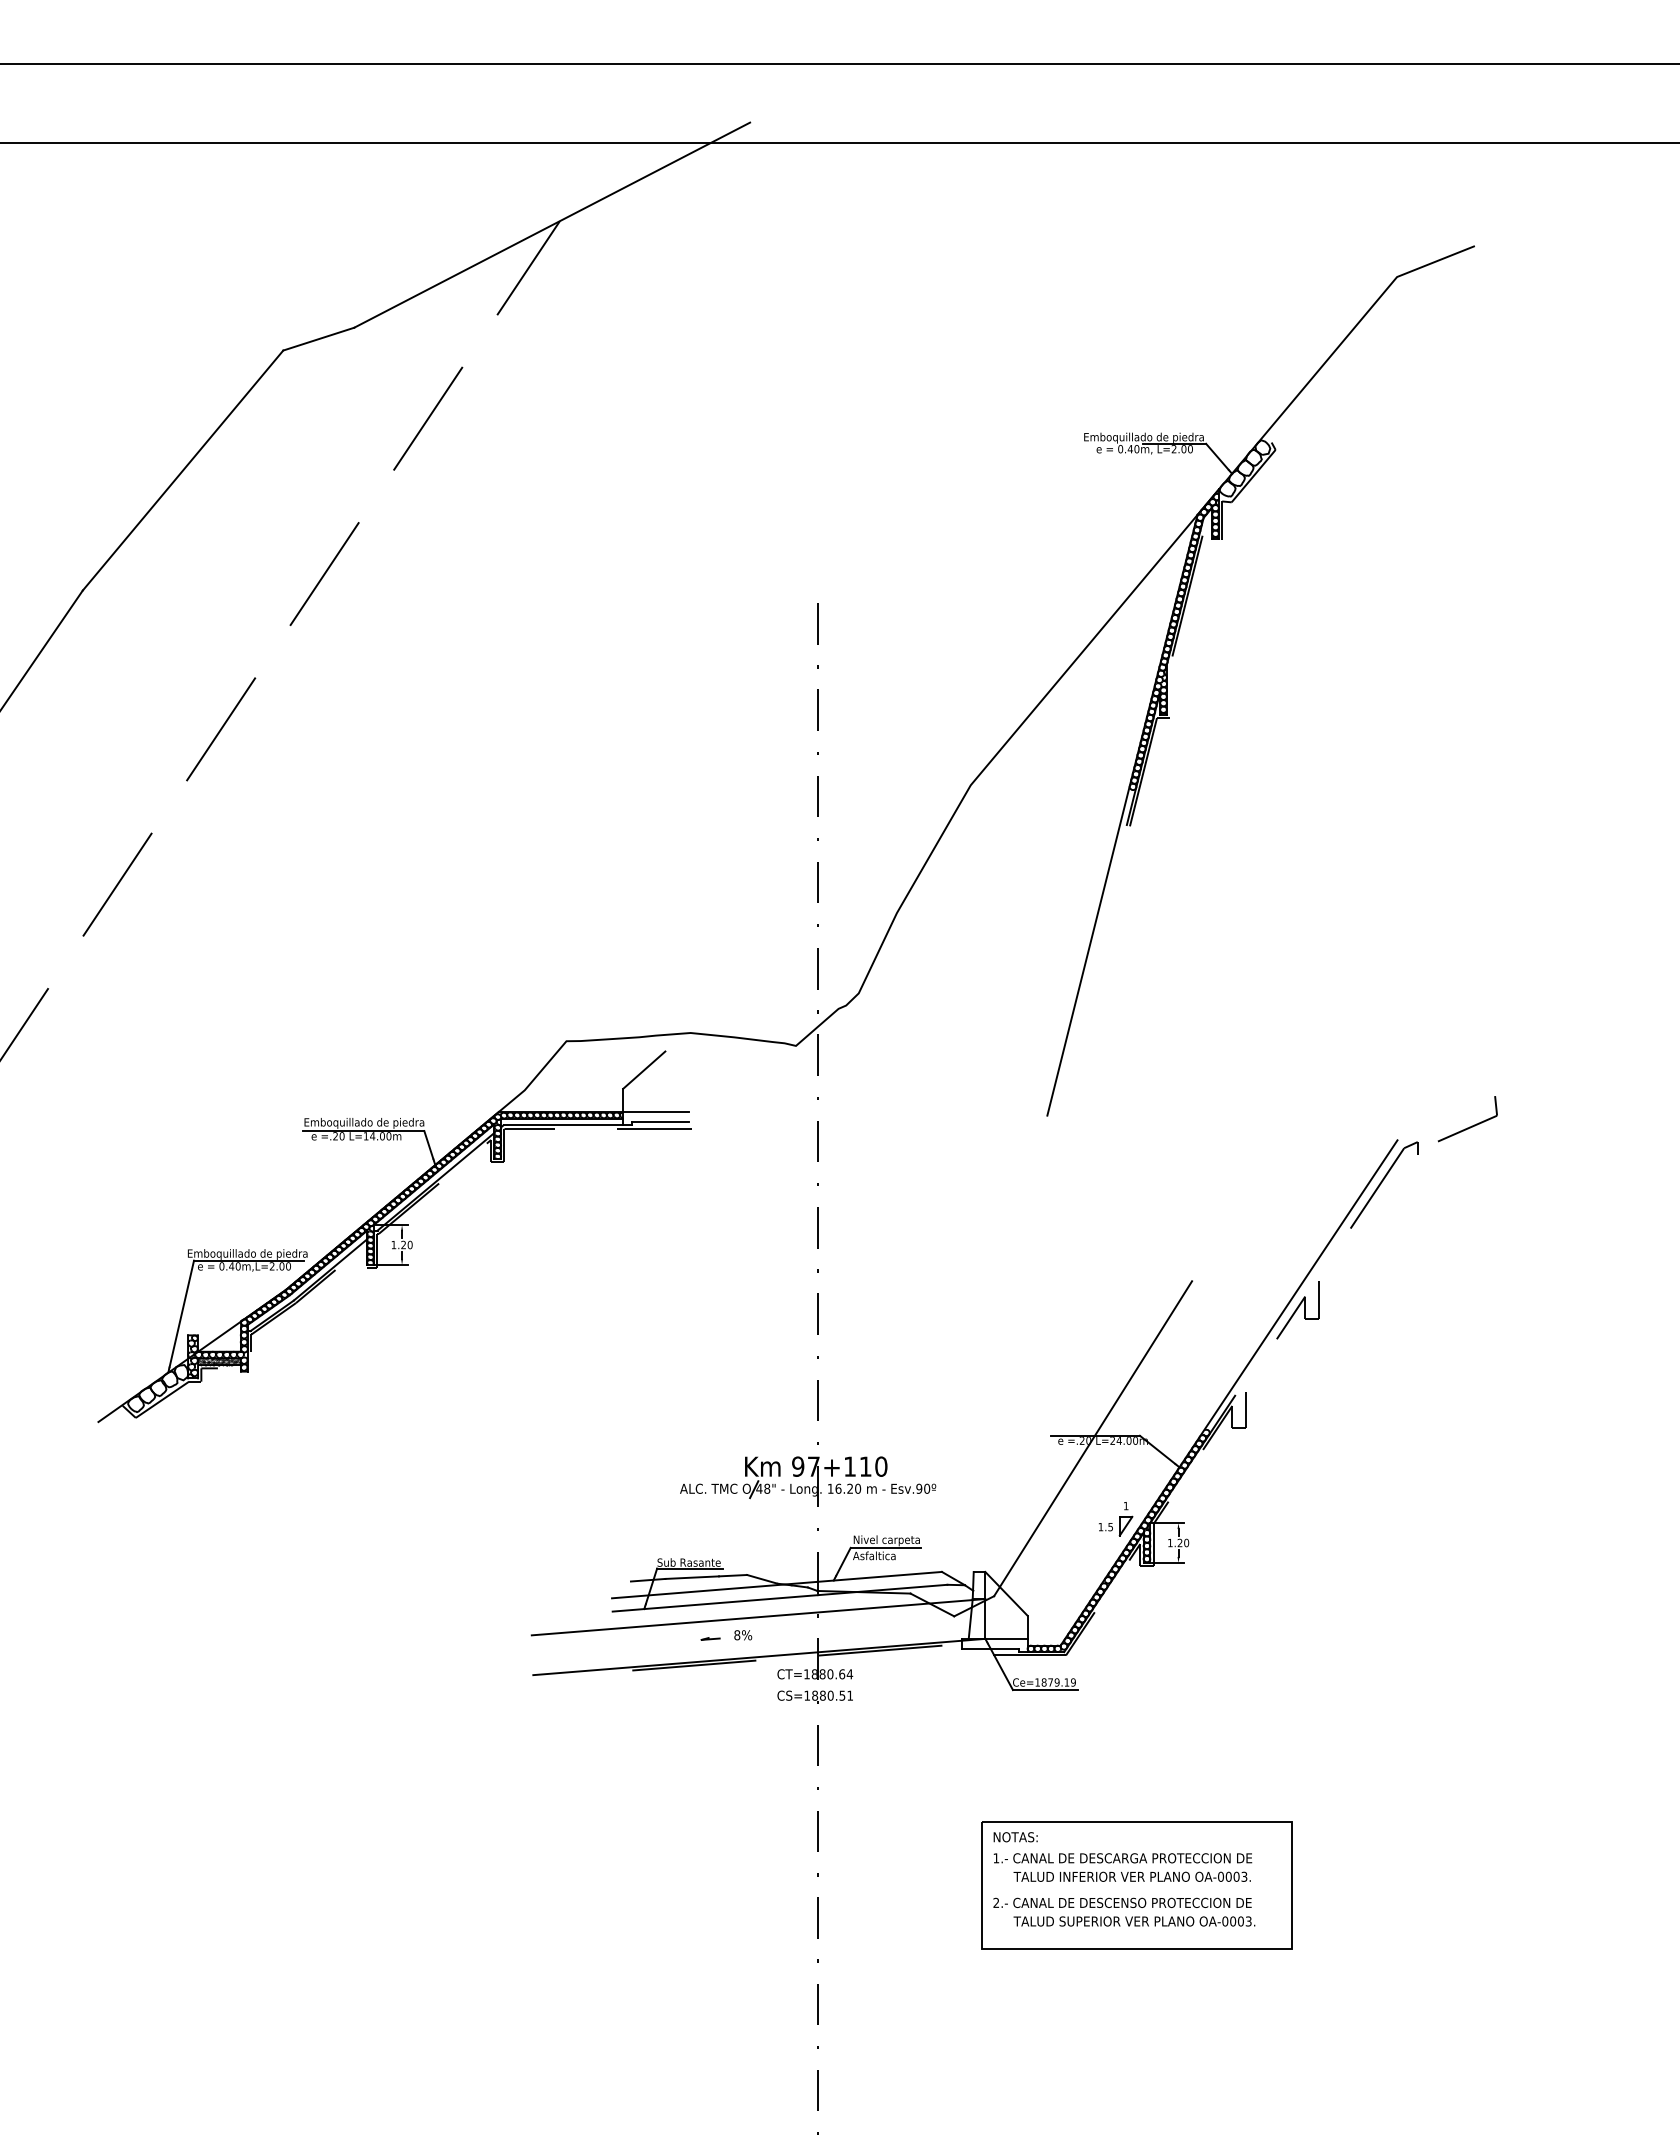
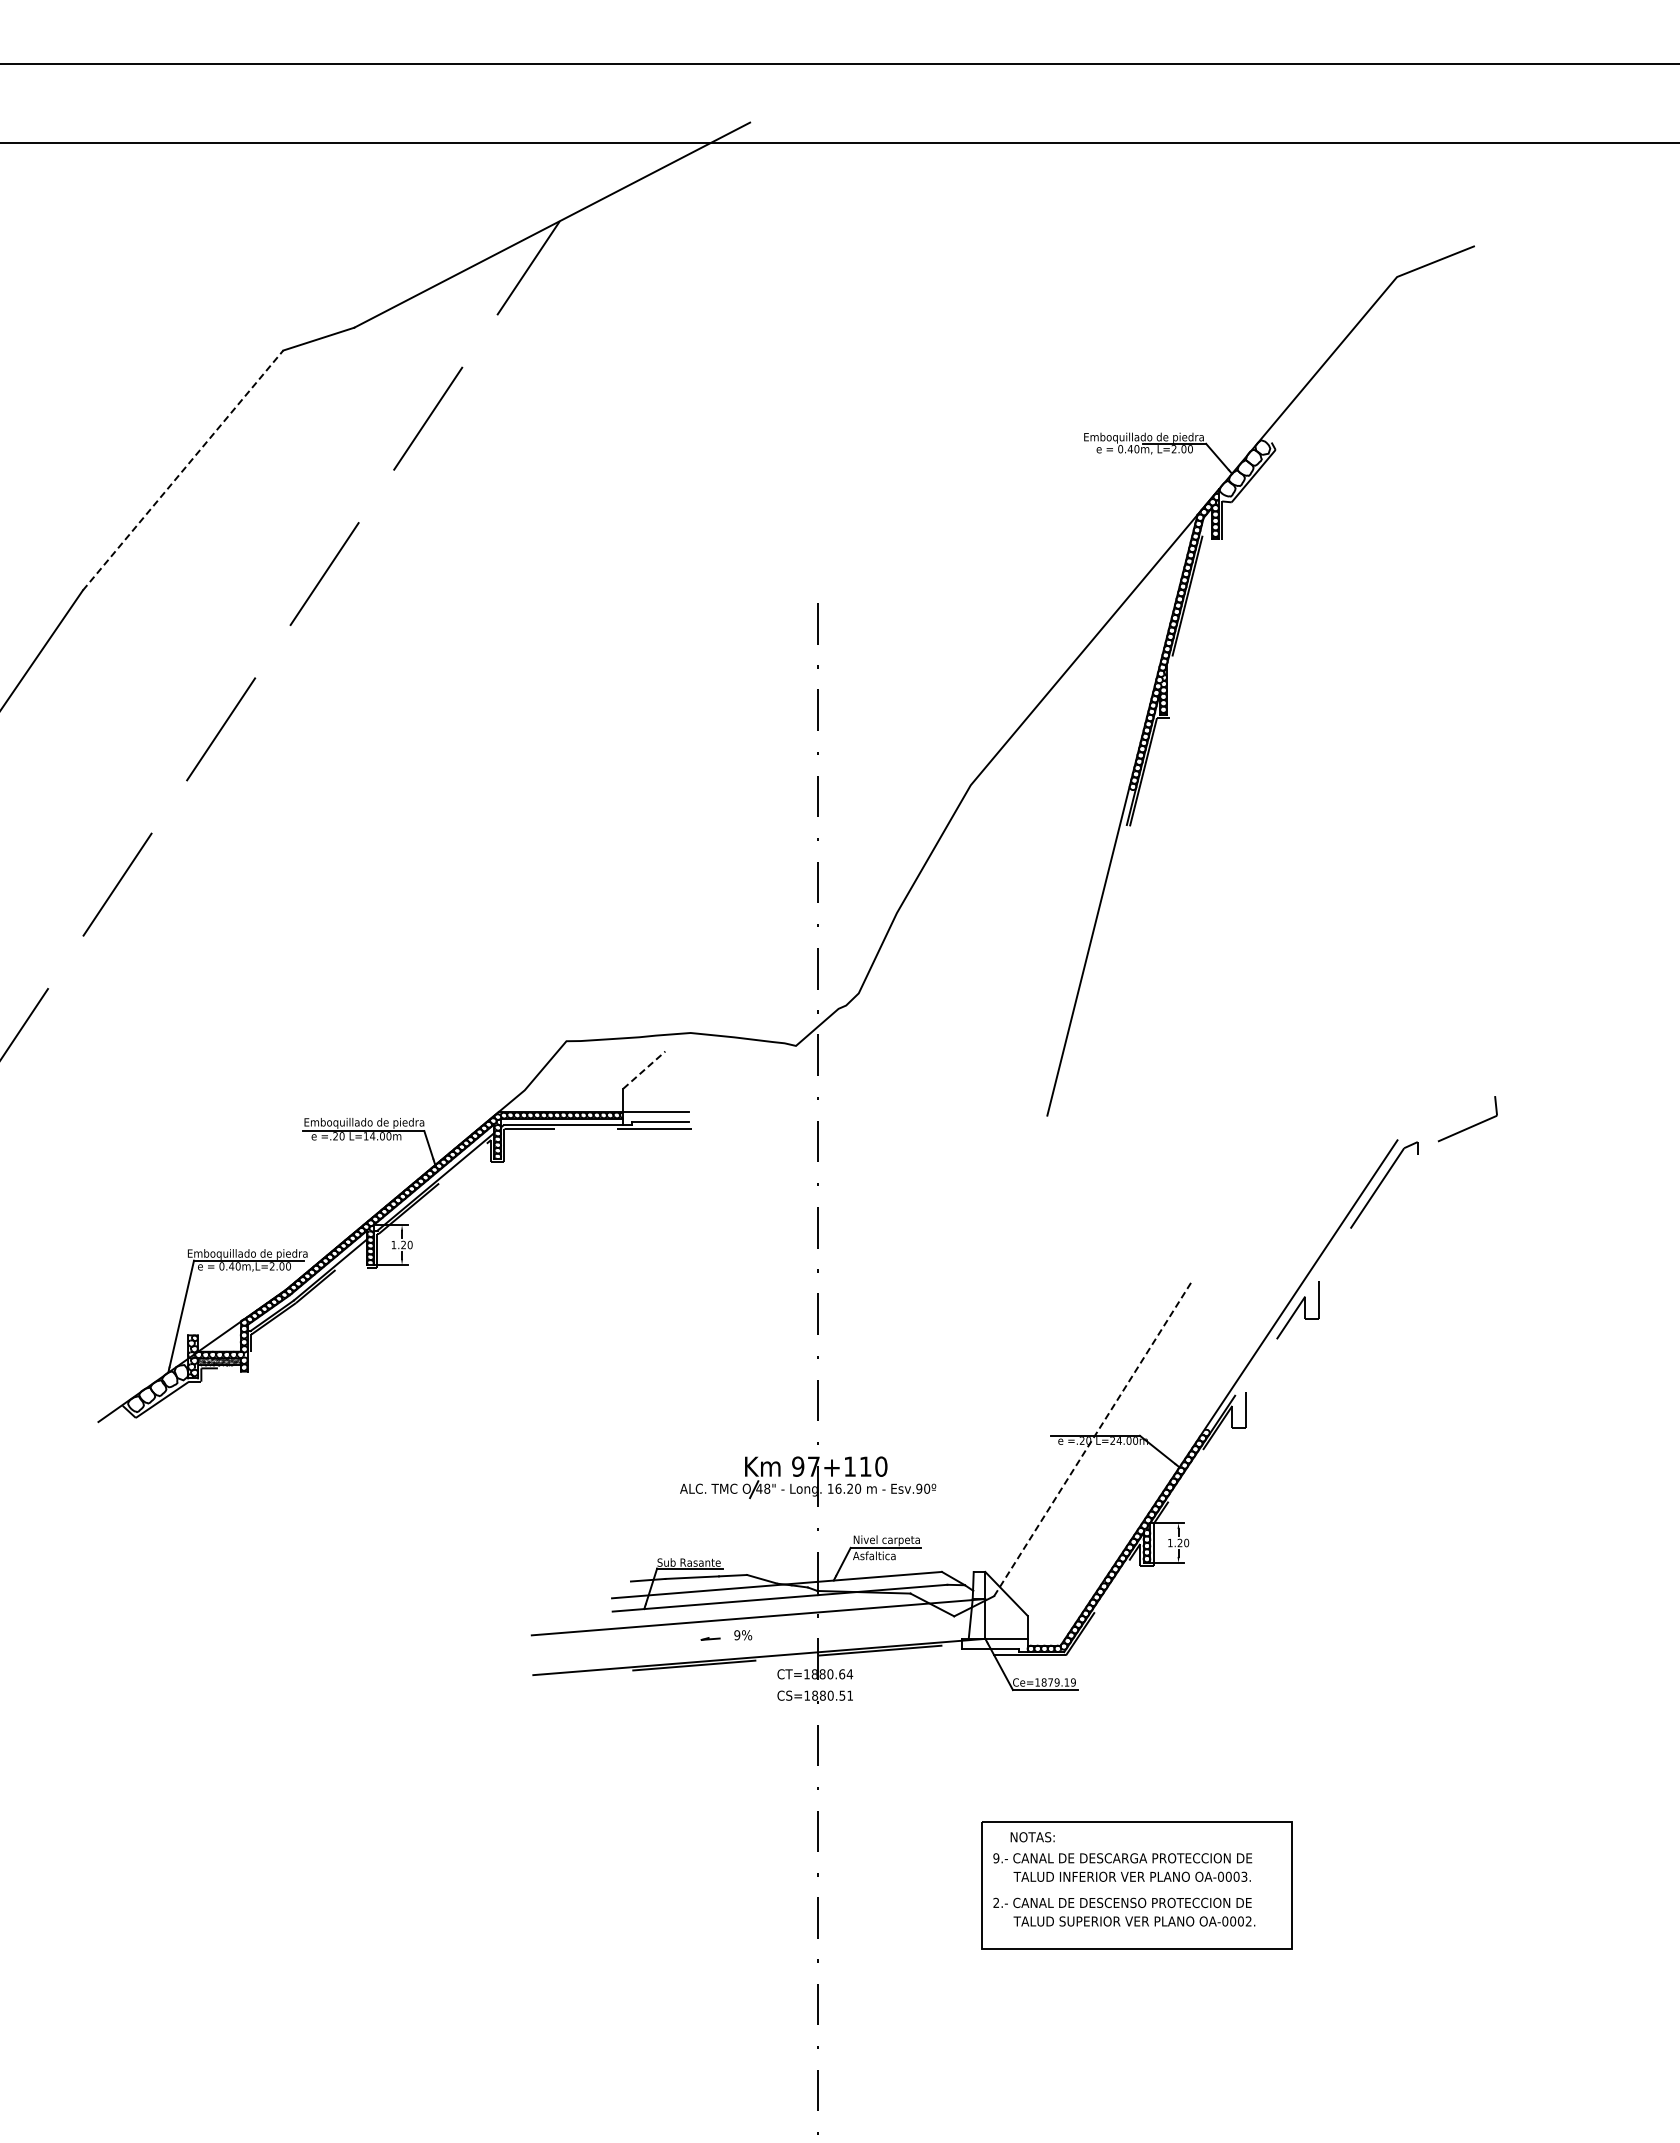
line at (183, 470): solid -> dashed
line at (644, 1069): solid -> dashed
line at (1093, 1438): solid -> dashed
part at (1116, 1519): present -> none
text at (737, 1635): 8% -> 9%
text at (1015, 1837) position: (1015, 1837) -> (1032, 1837)
text at (996, 1858): 1.- -> 9.-
text at (1248, 1921): OA-0003. -> OA-0002.
